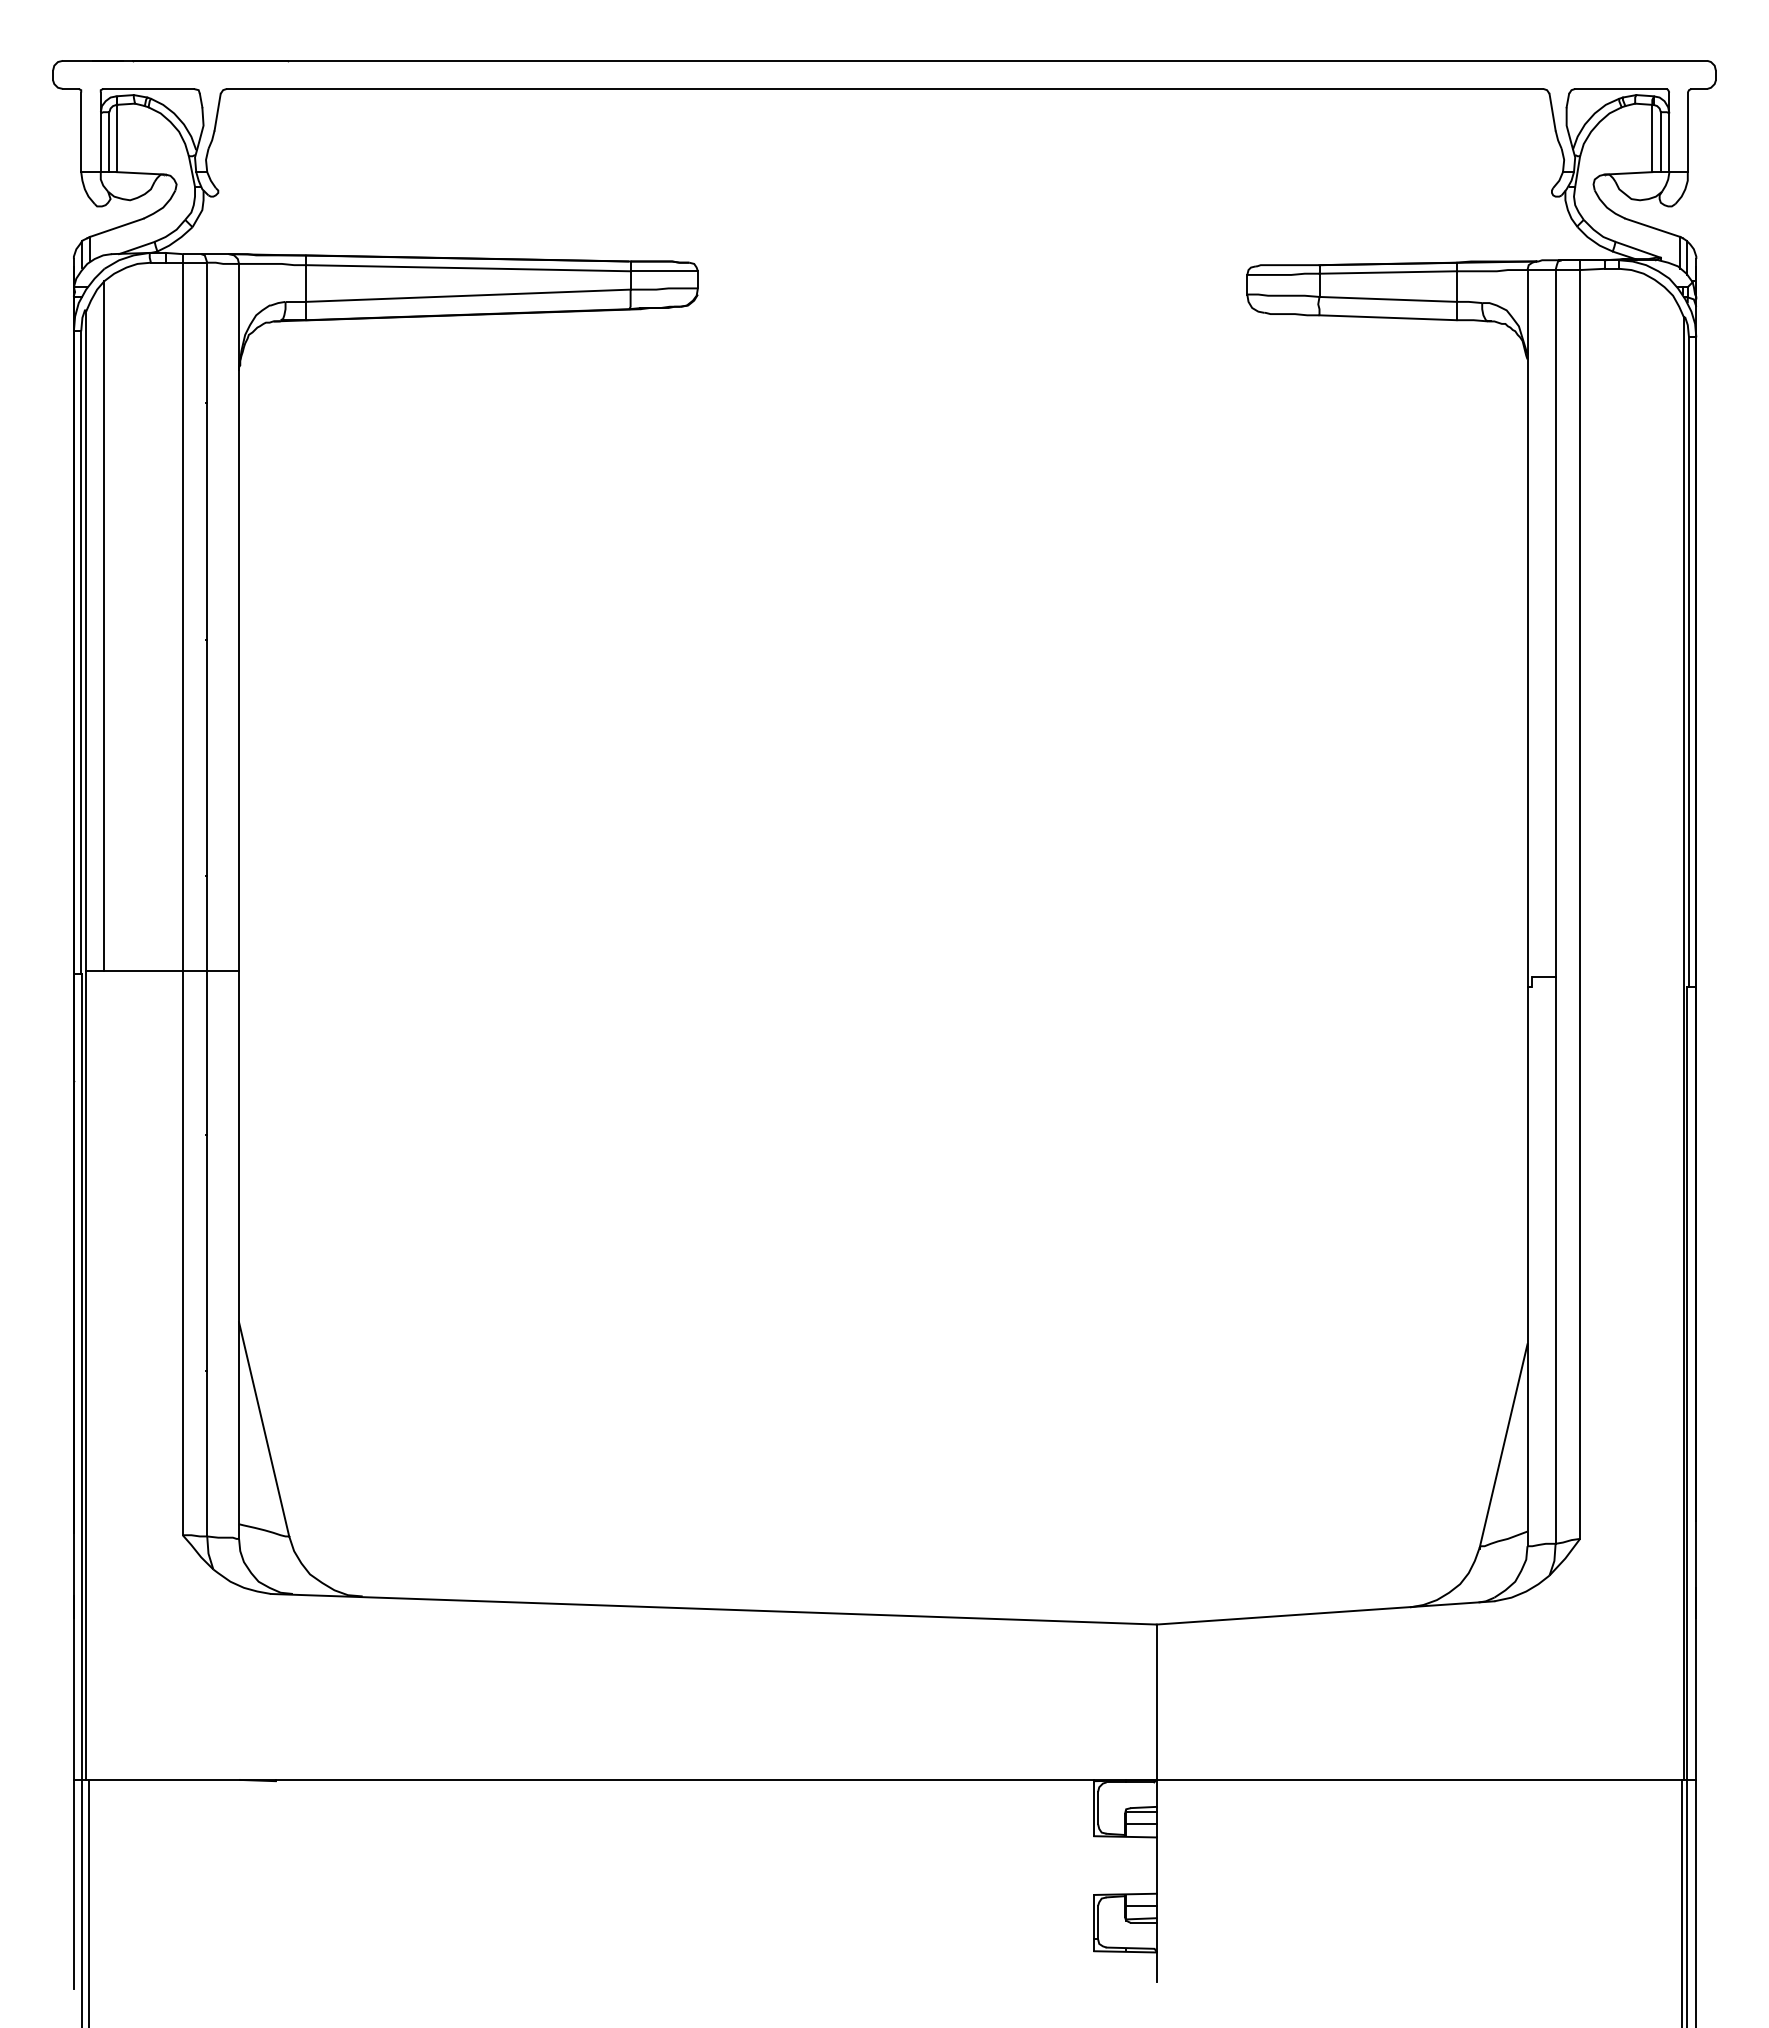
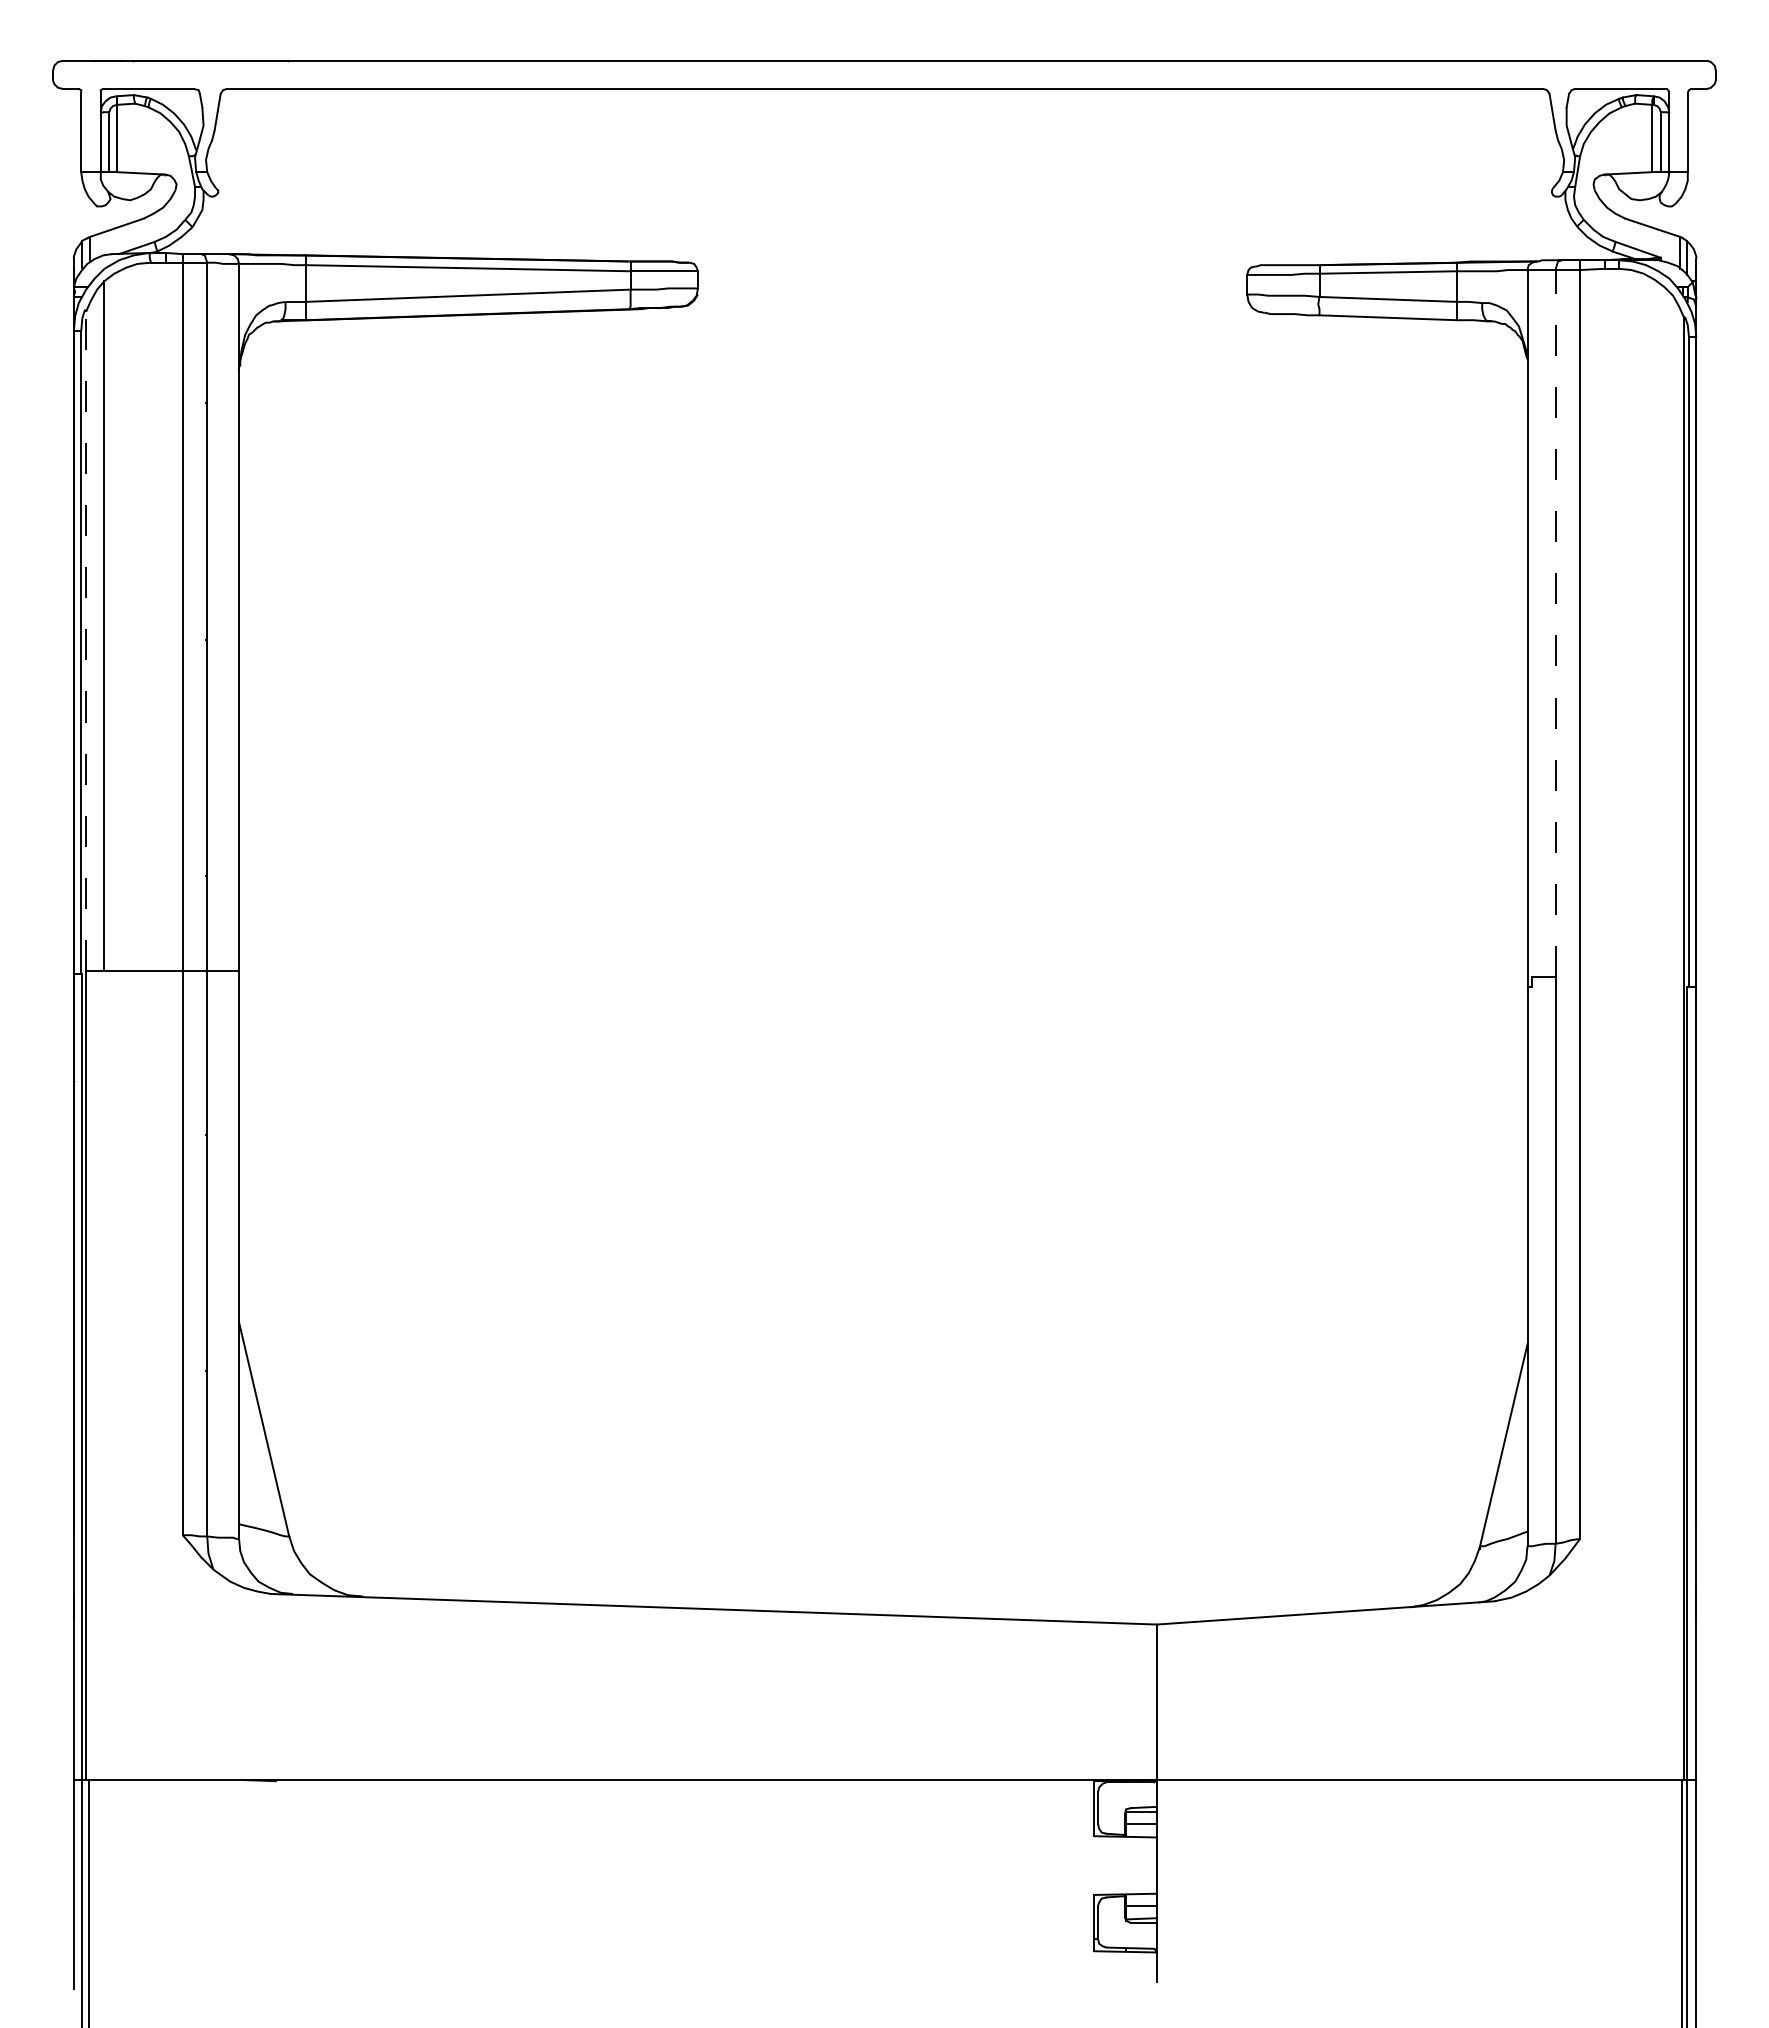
line at (1555, 623): solid -> dashed
line at (86, 641): solid -> dashed
